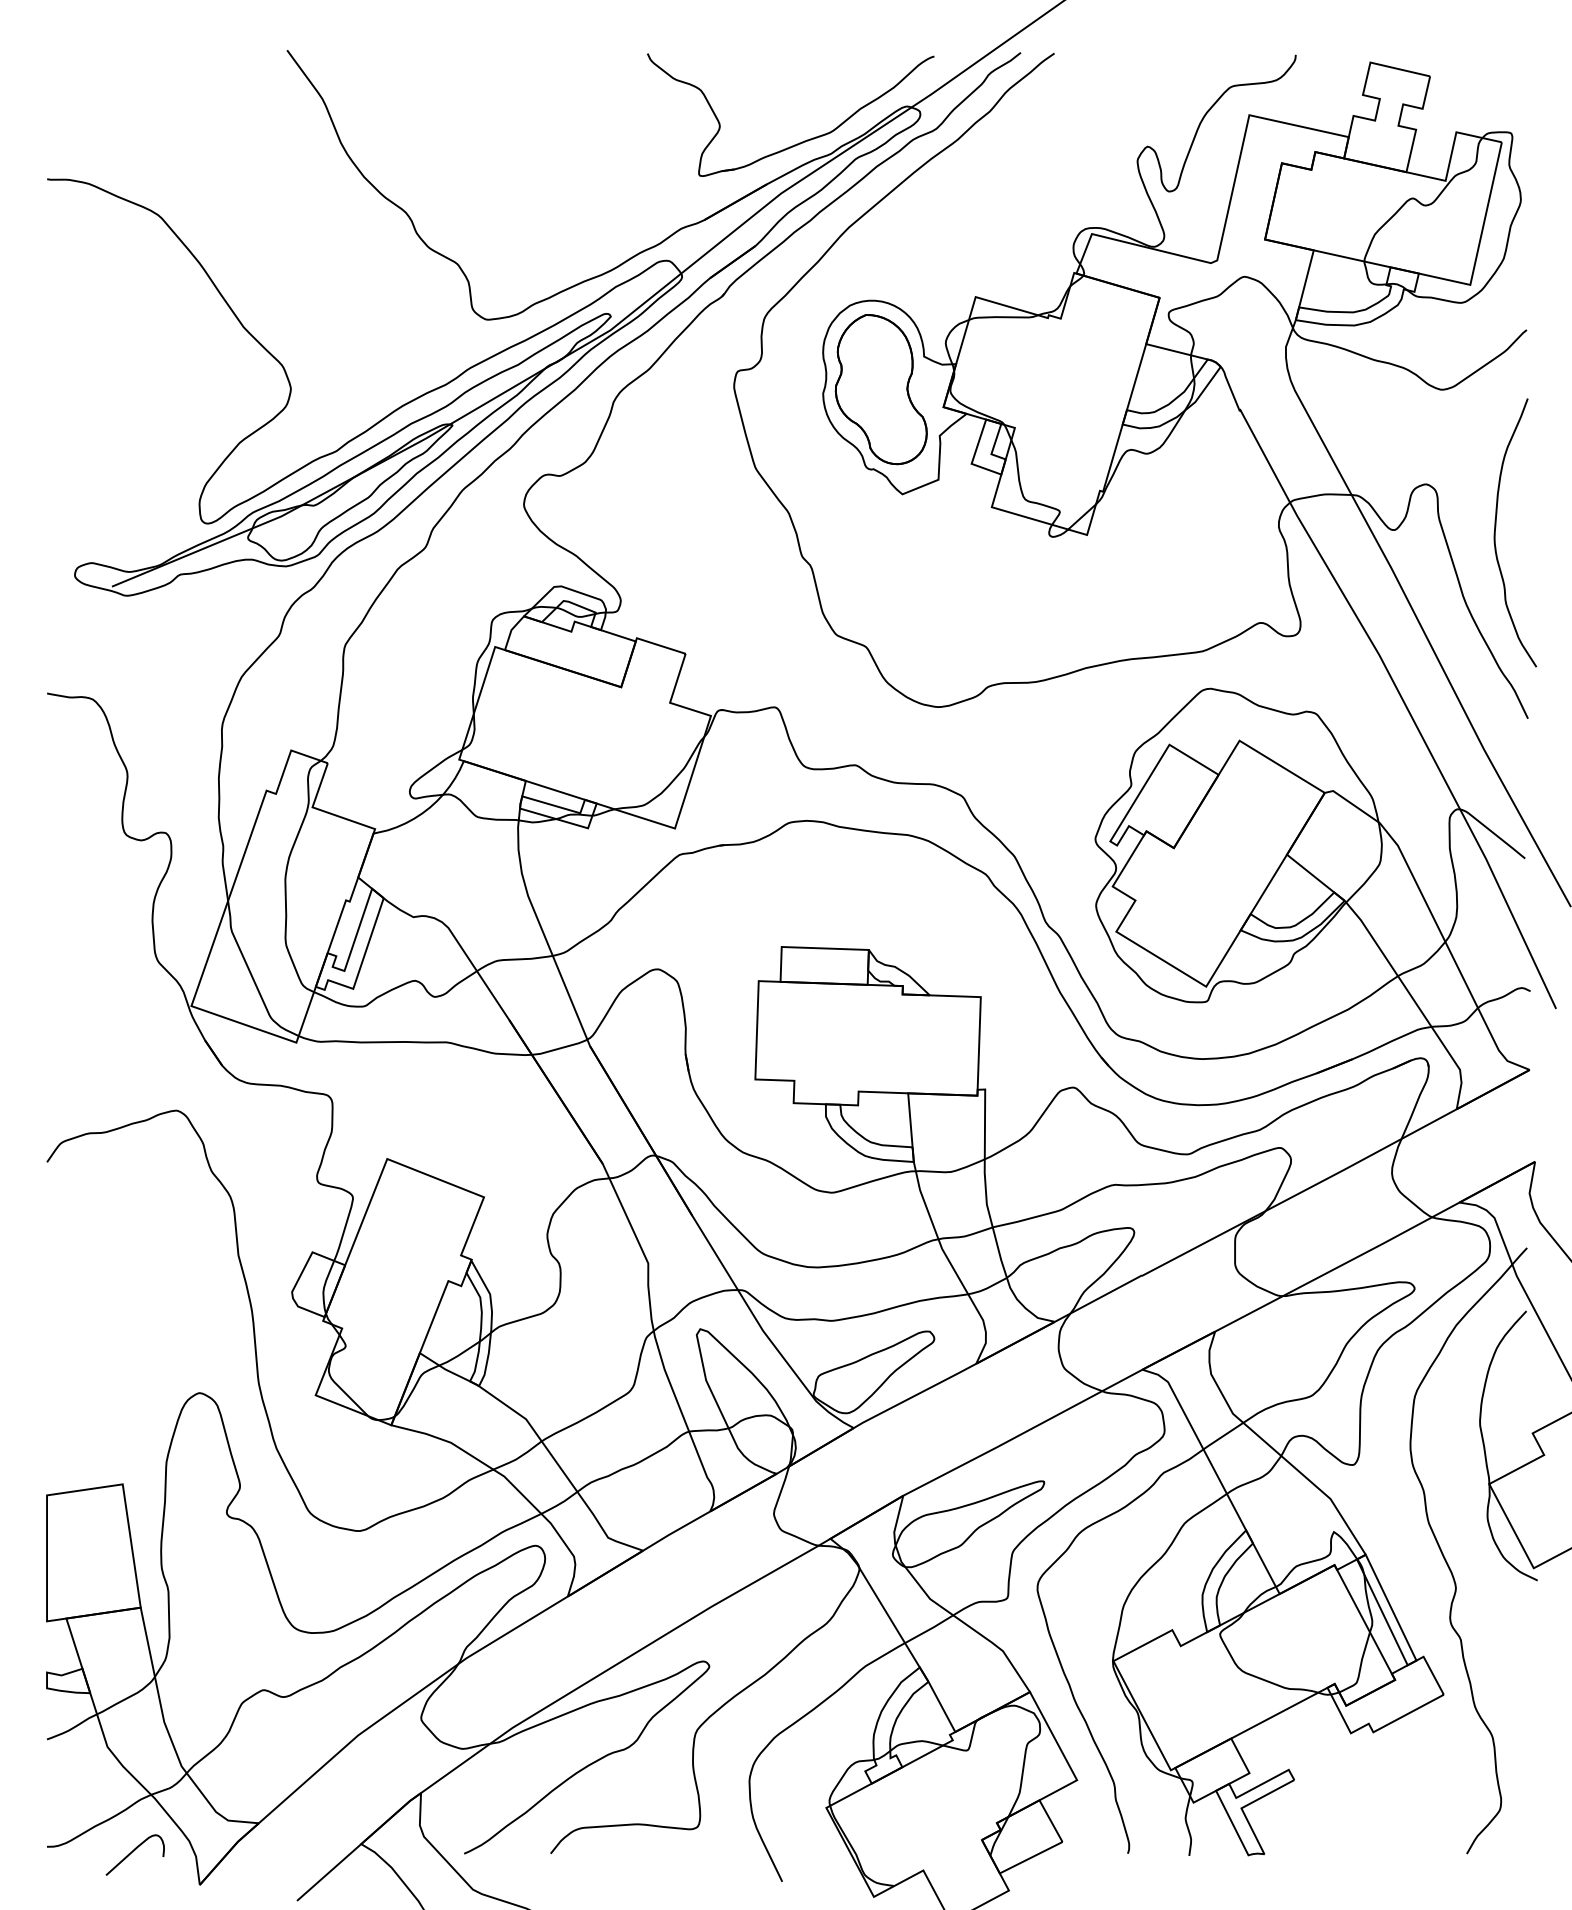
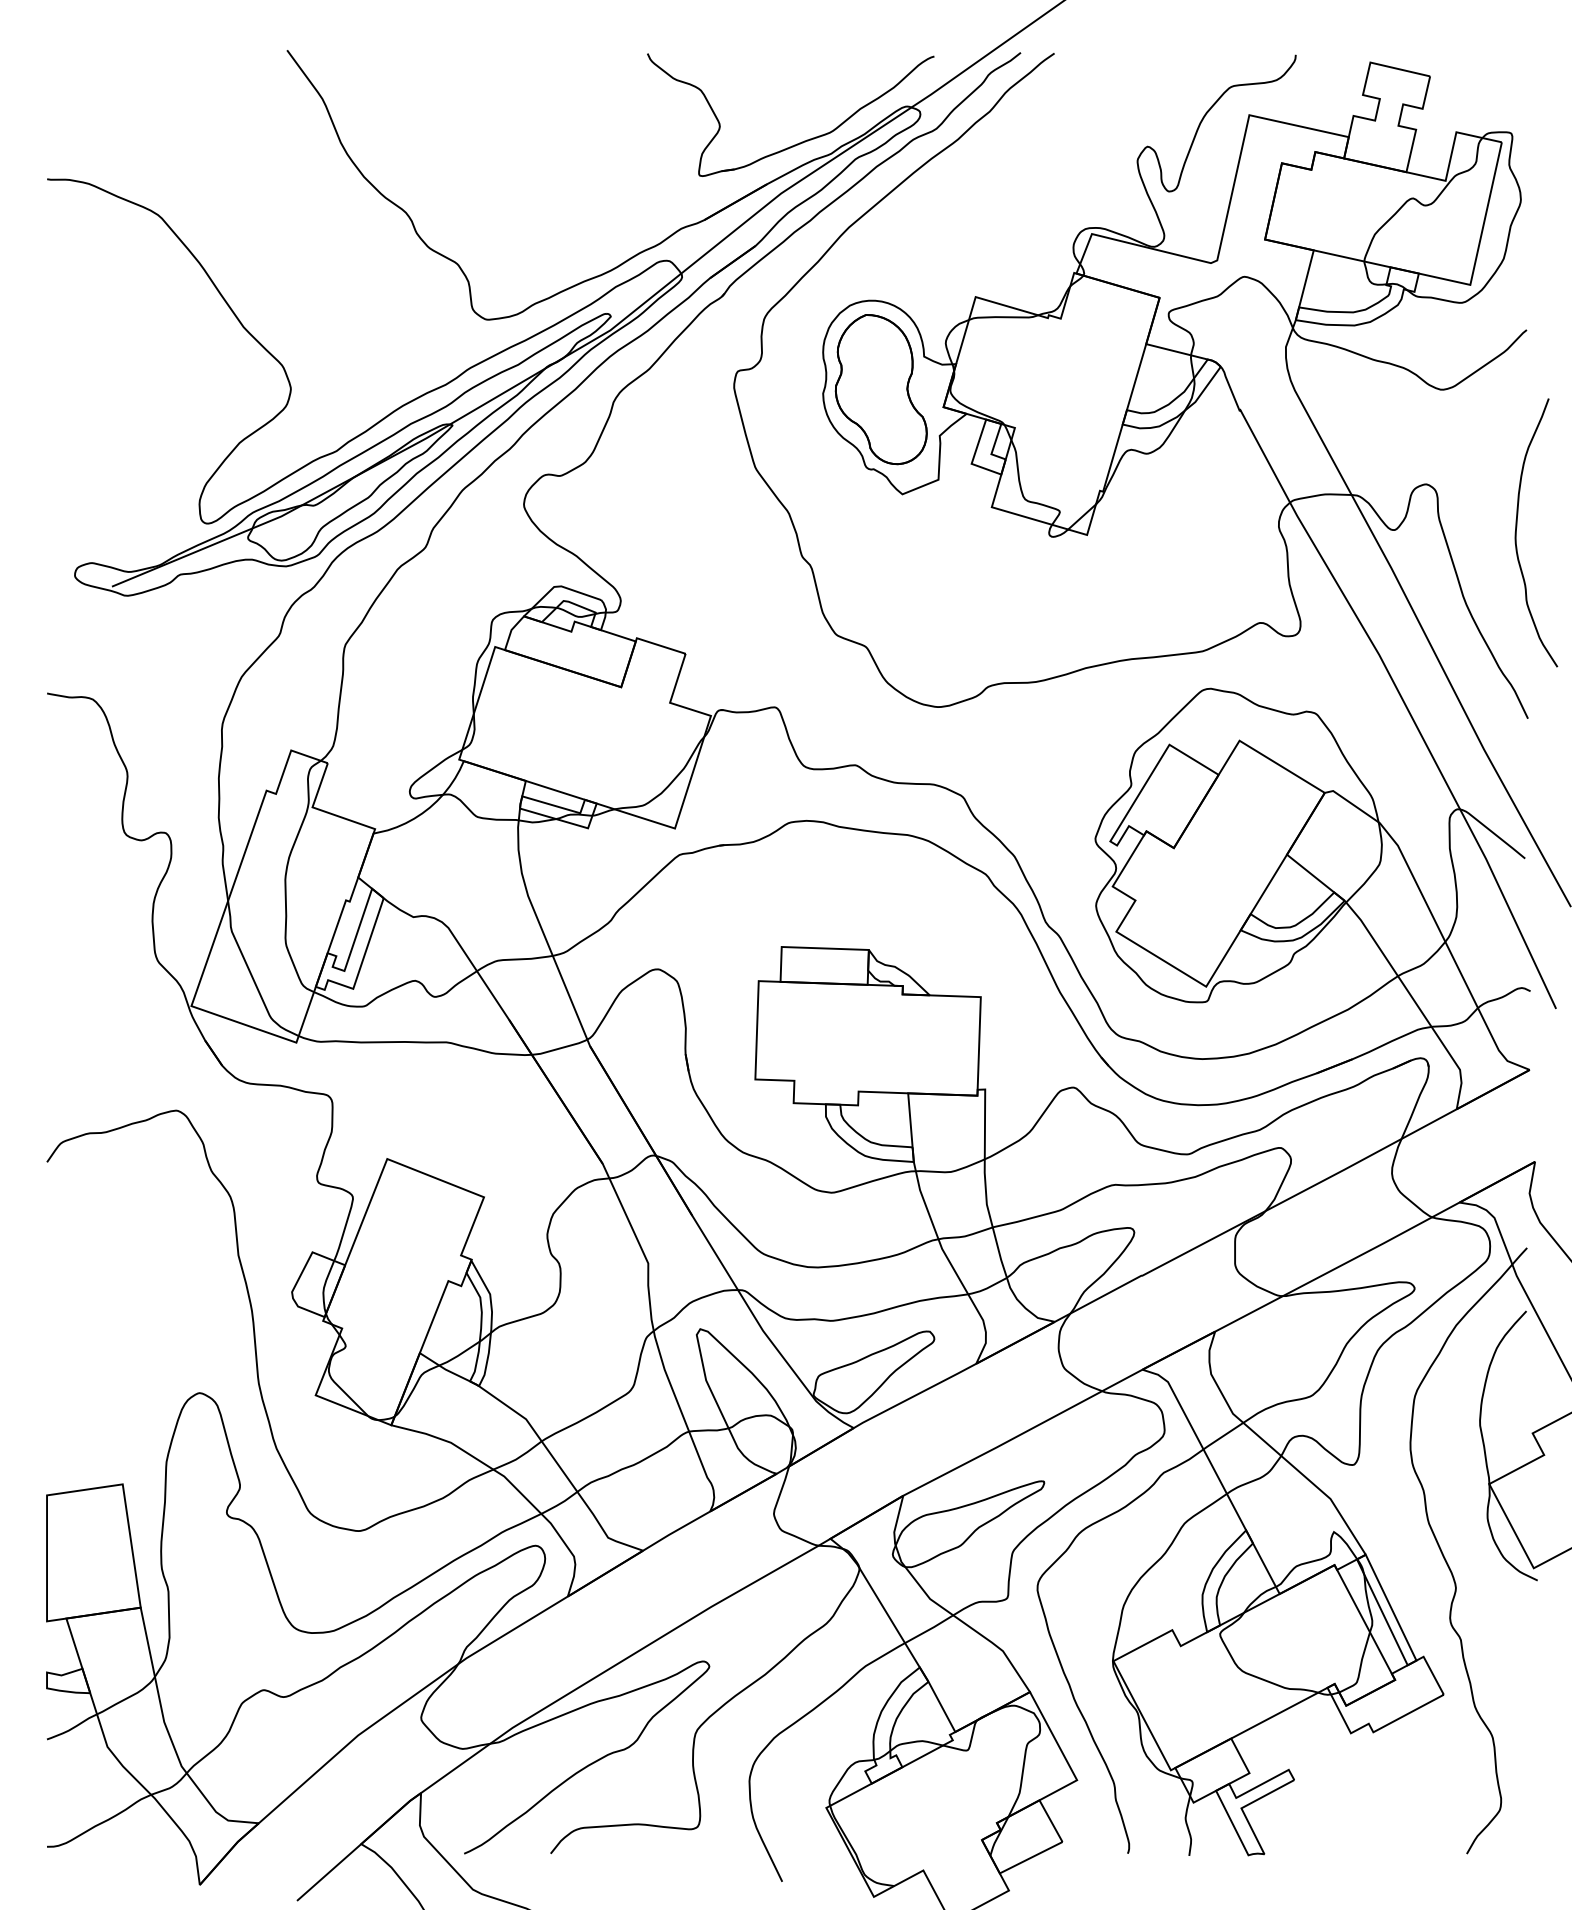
curve at (1496, 527) position: (1496, 527) -> (1517, 527)
curve at (133, 1852): present -> none
